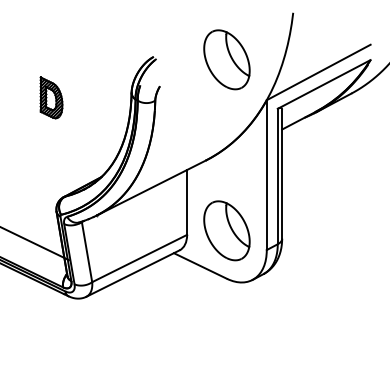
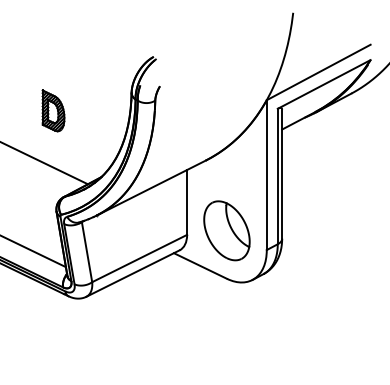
part at (226, 59): present -> none
part at (51, 97) position: (51, 97) -> (53, 110)
line at (44, 163): none -> present
line at (35, 243) position: (35, 243) -> (33, 251)
